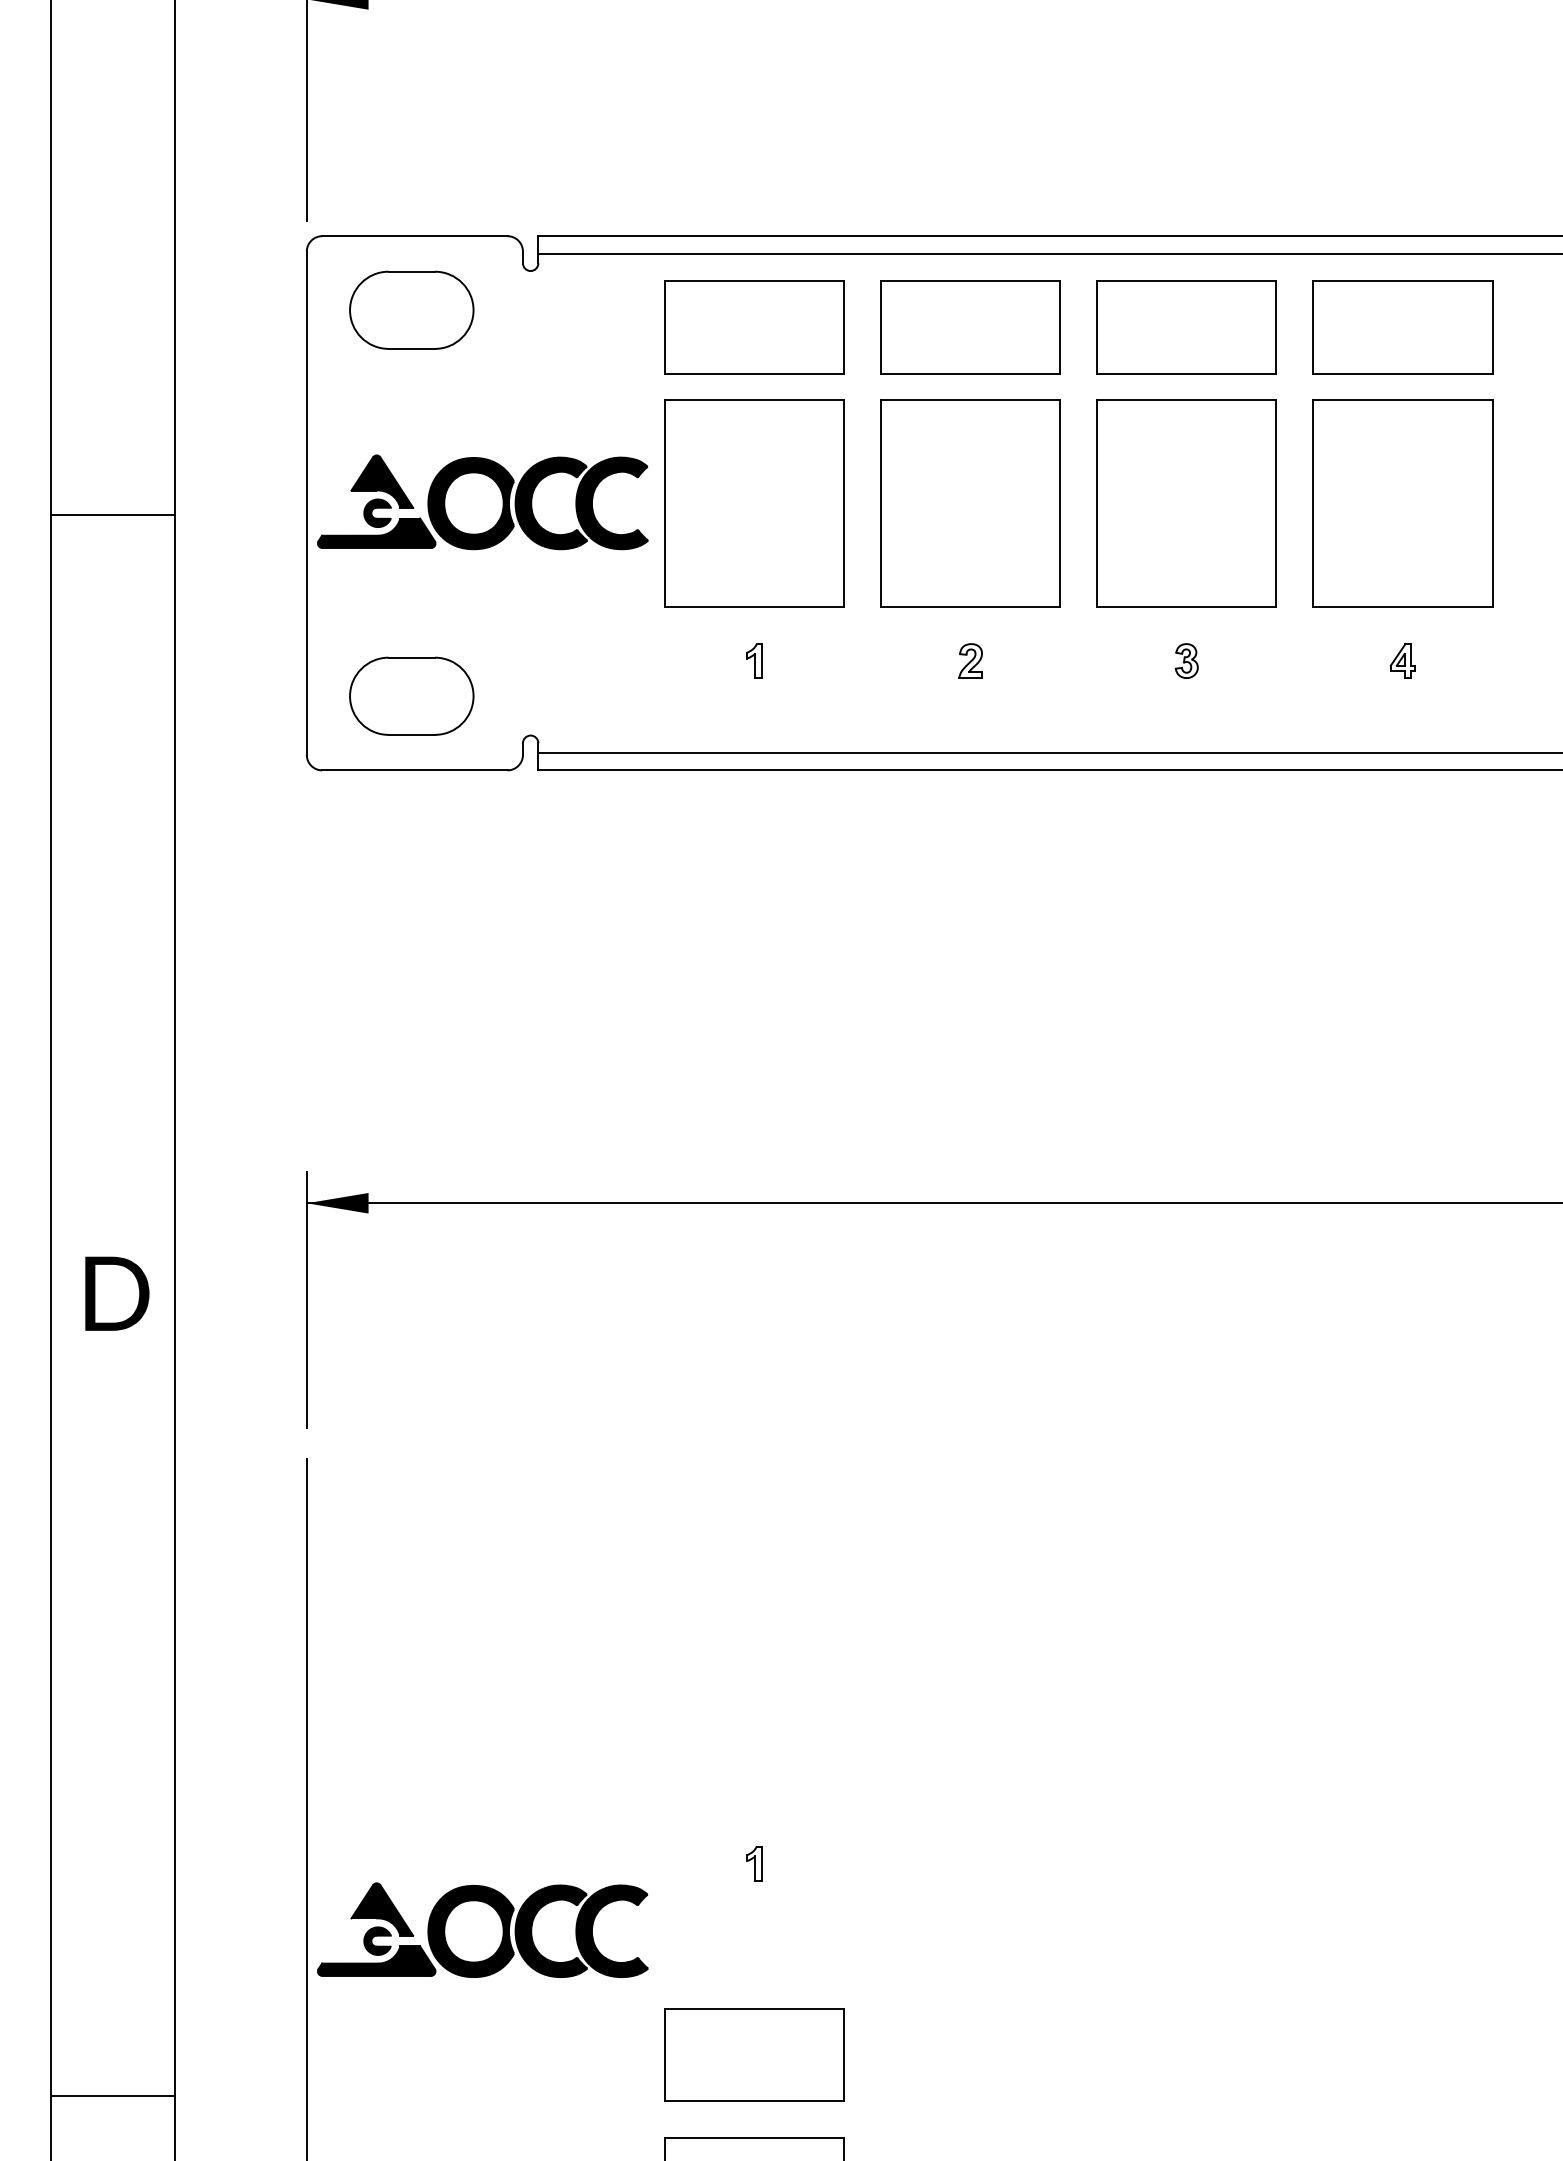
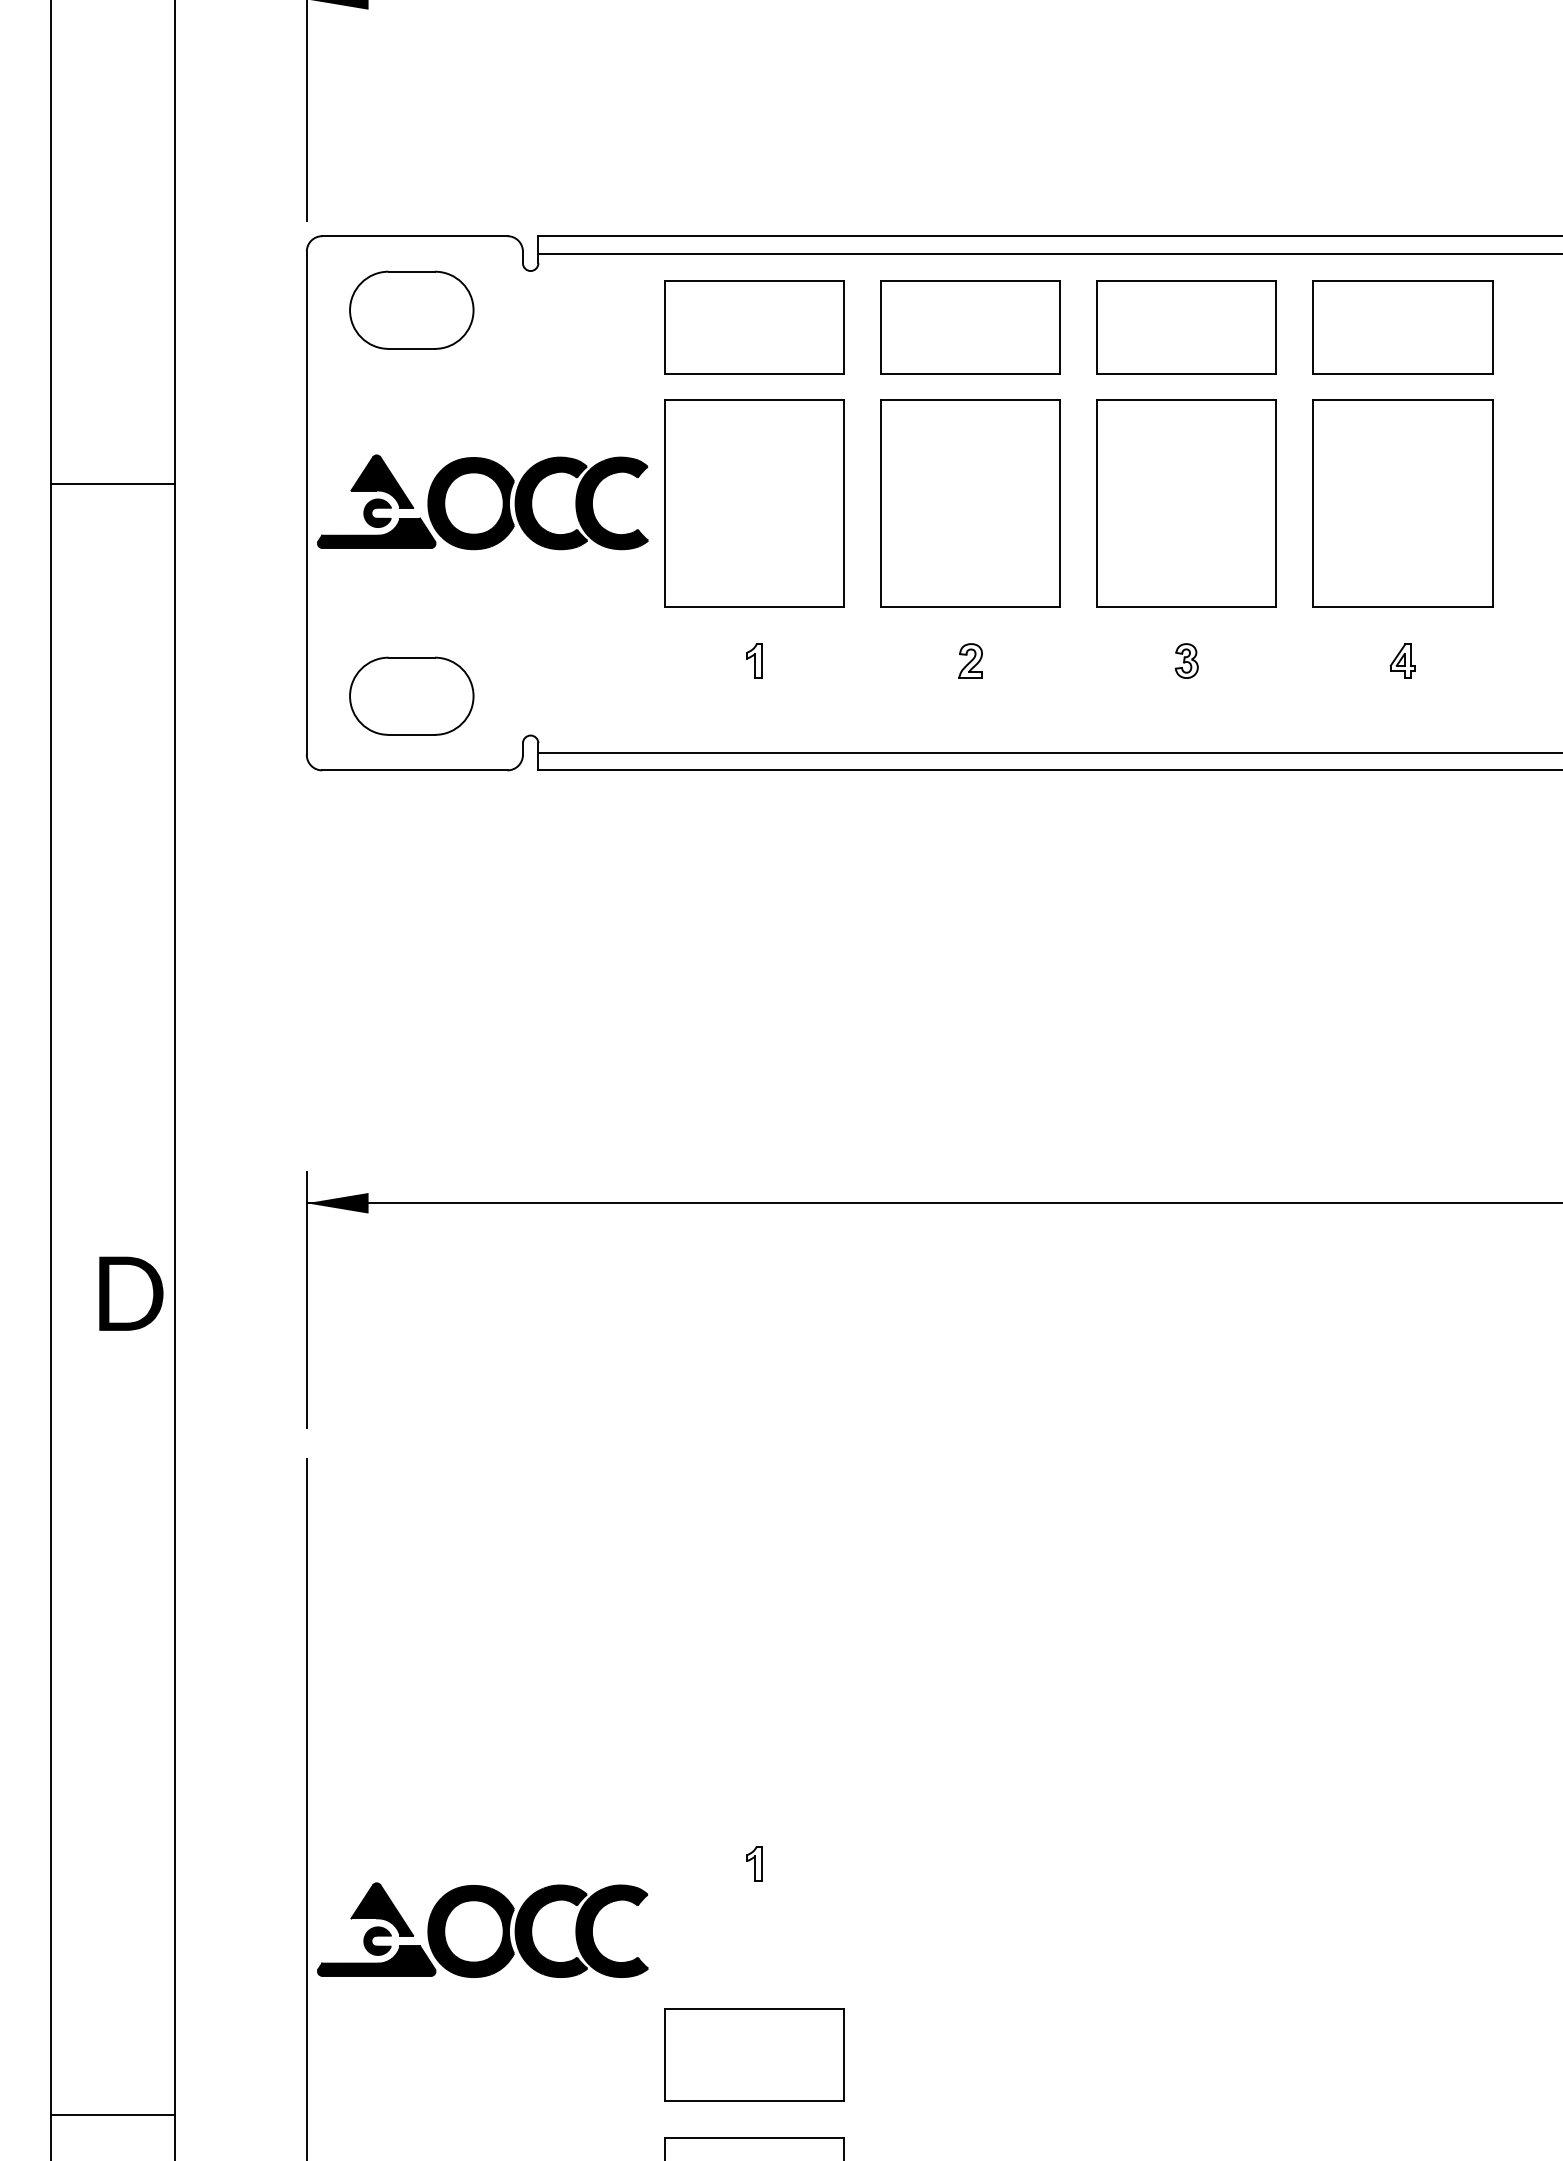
line at (112, 515) position: (112, 515) -> (112, 484)
text at (117, 1293) position: (117, 1293) -> (131, 1293)
line at (112, 2096) position: (112, 2096) -> (112, 2115)
